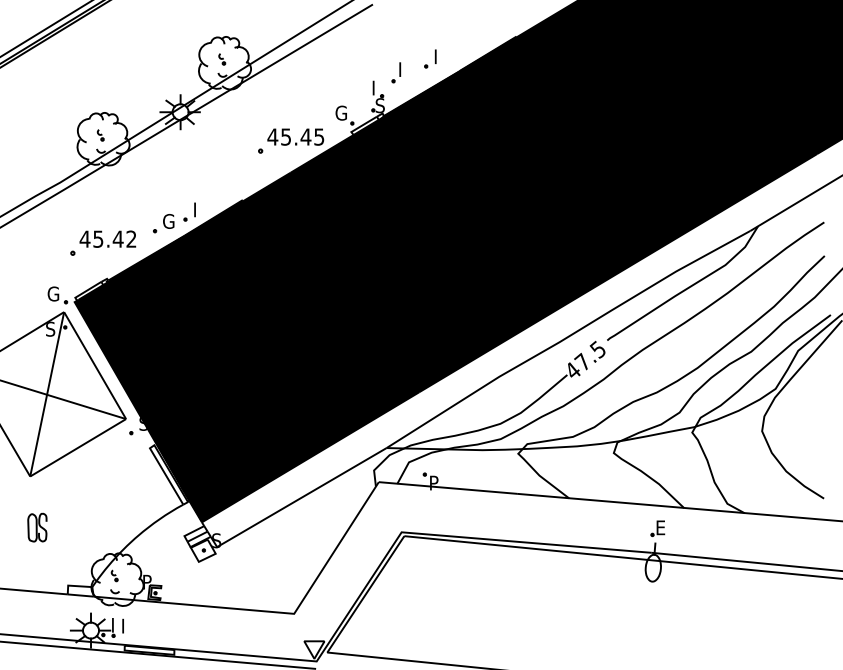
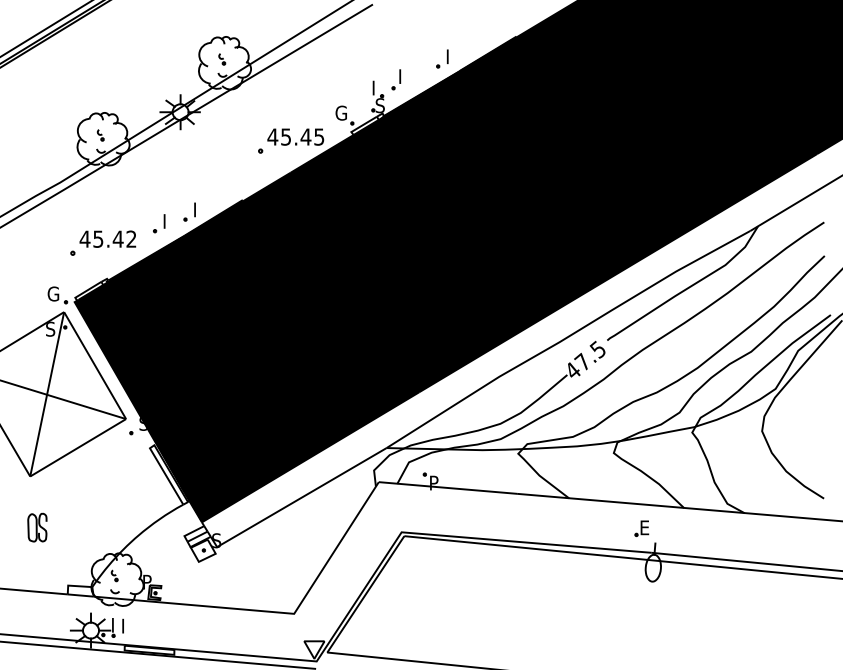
part at (430, 58) position: (430, 58) -> (442, 58)
part at (396, 72) position: (396, 72) -> (396, 79)
text at (168, 220): G -> I
part at (657, 528) position: (657, 528) -> (641, 528)
